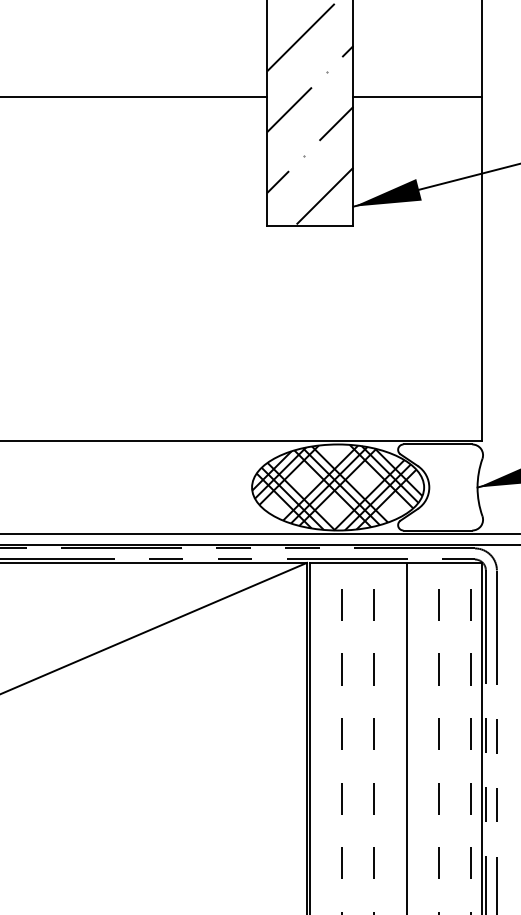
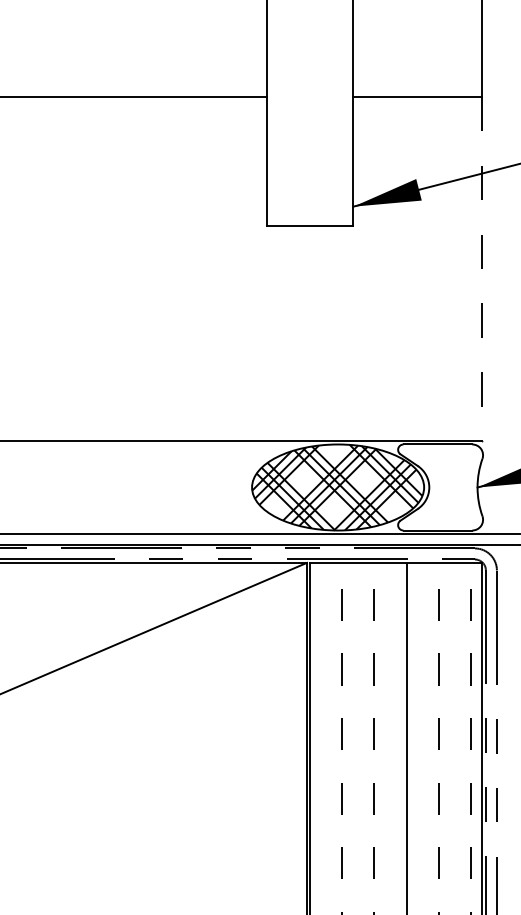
hatch at (310, 113): present -> none
line at (482, 269): solid -> dashed
